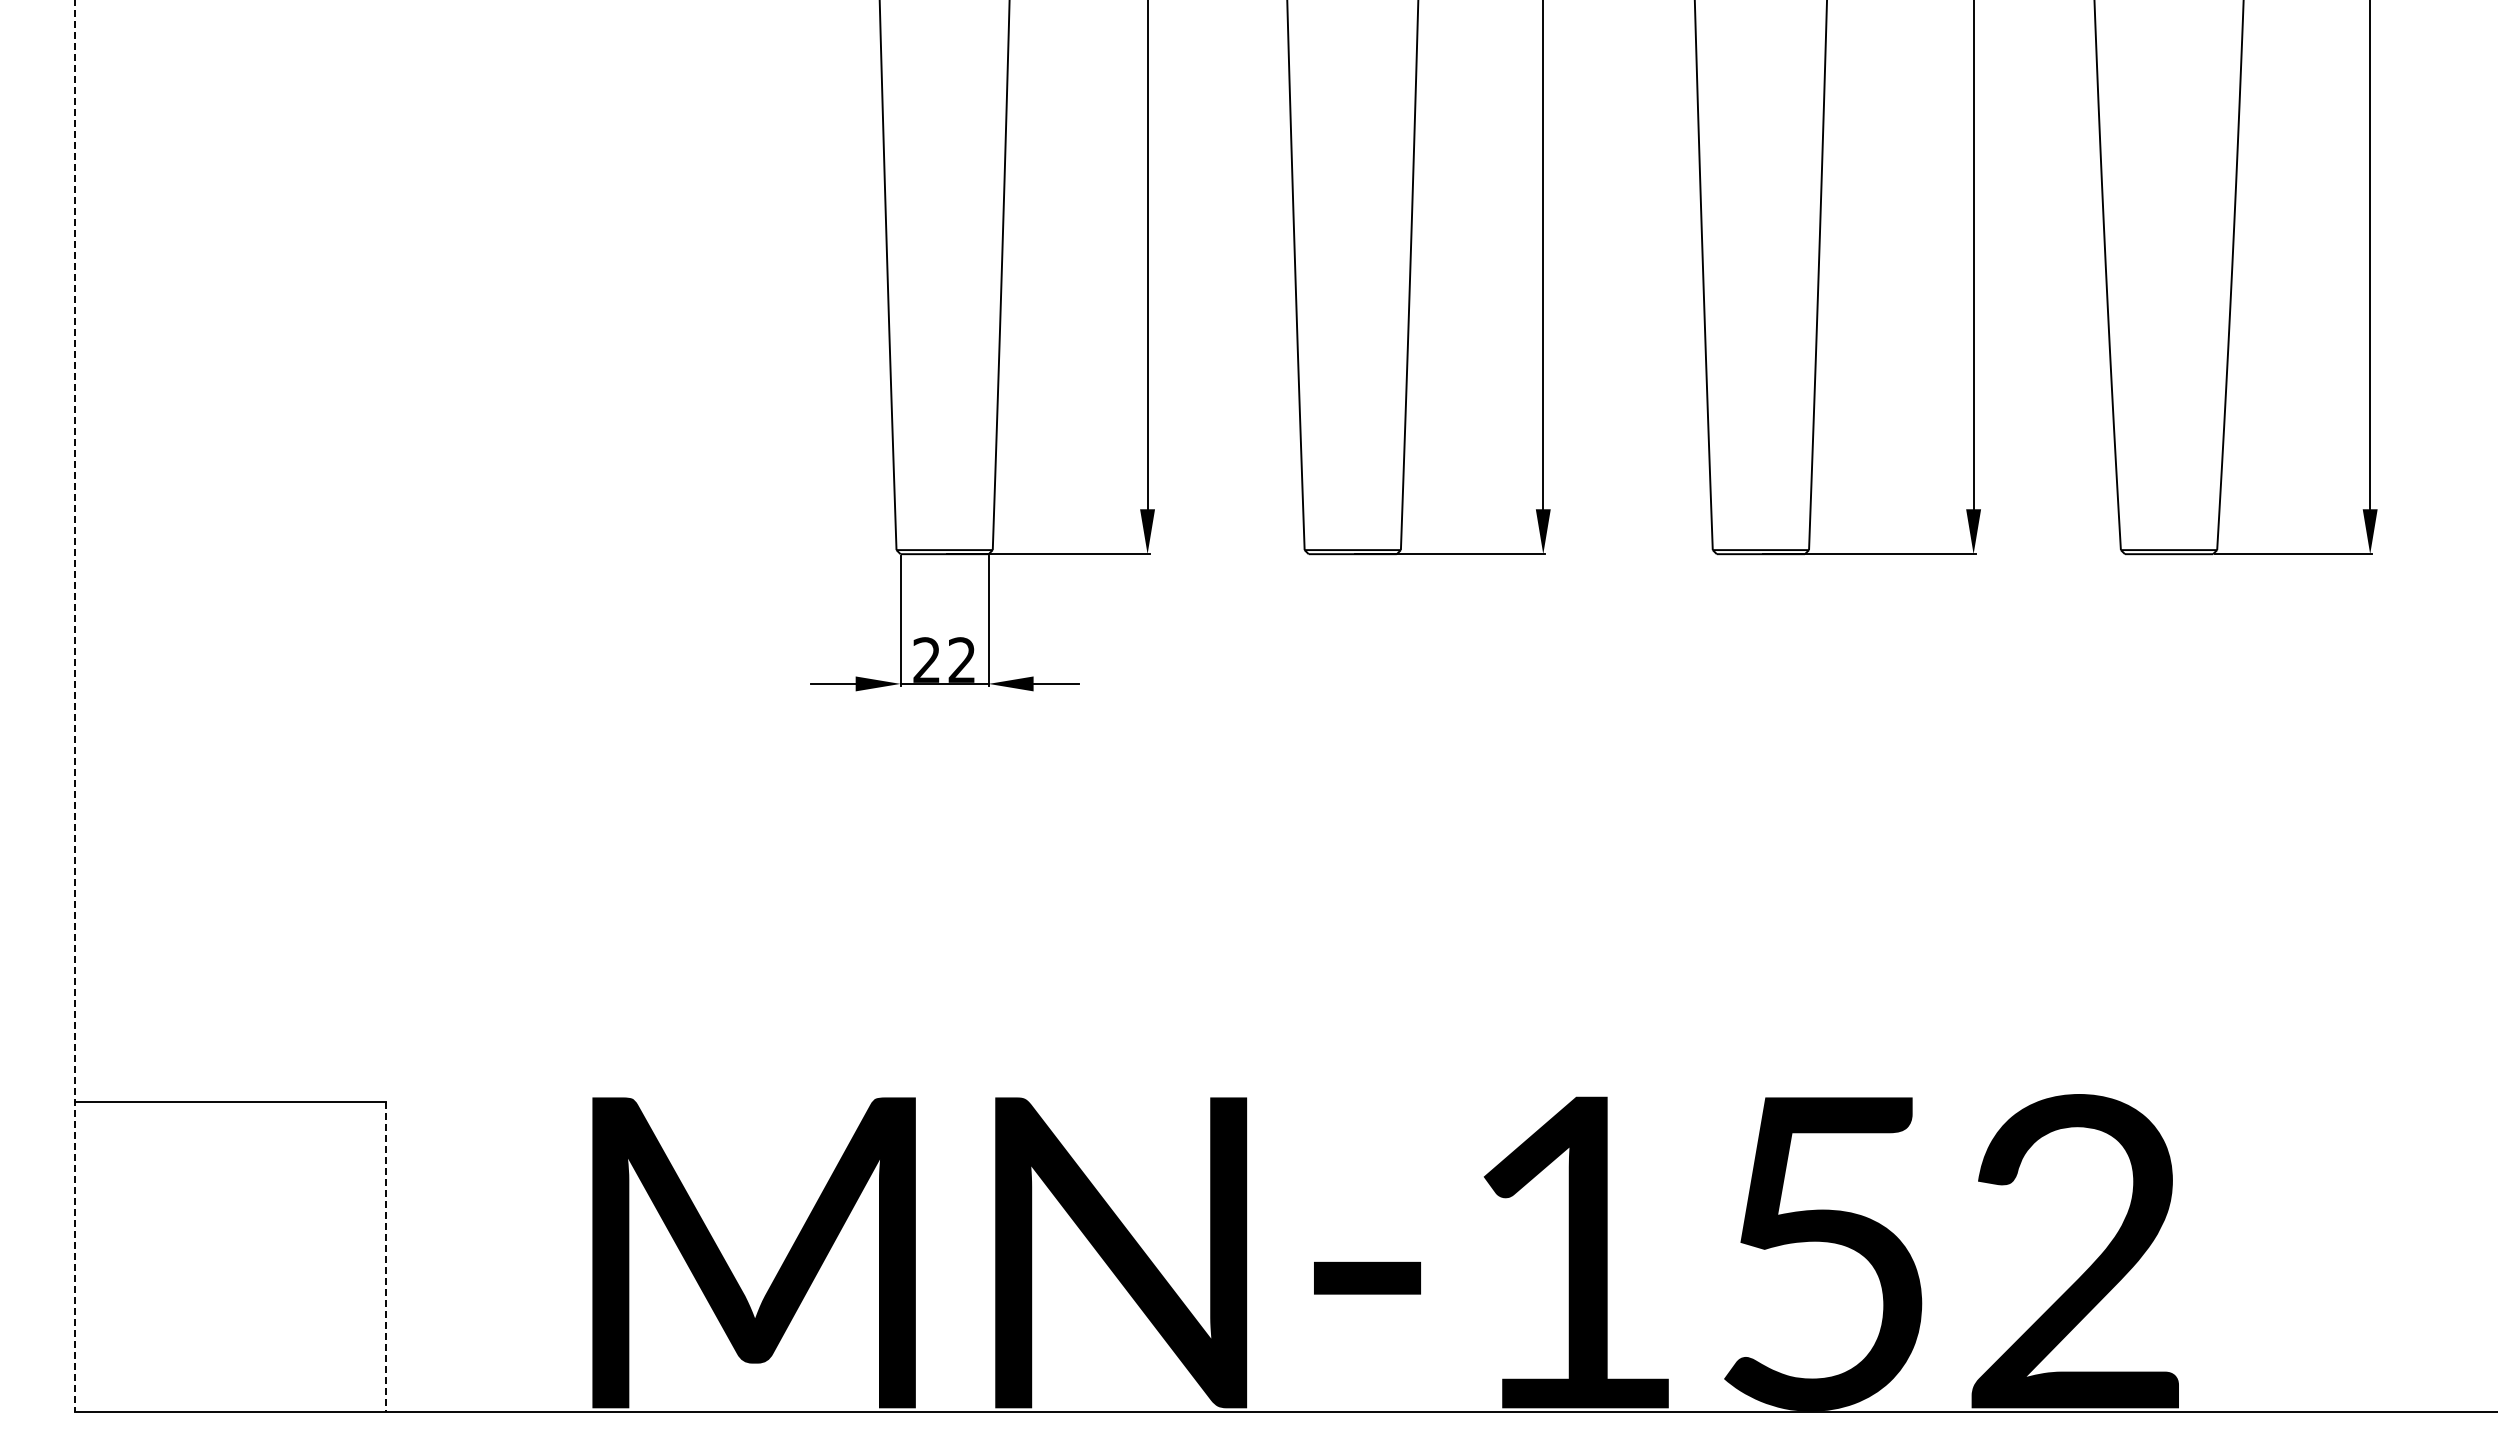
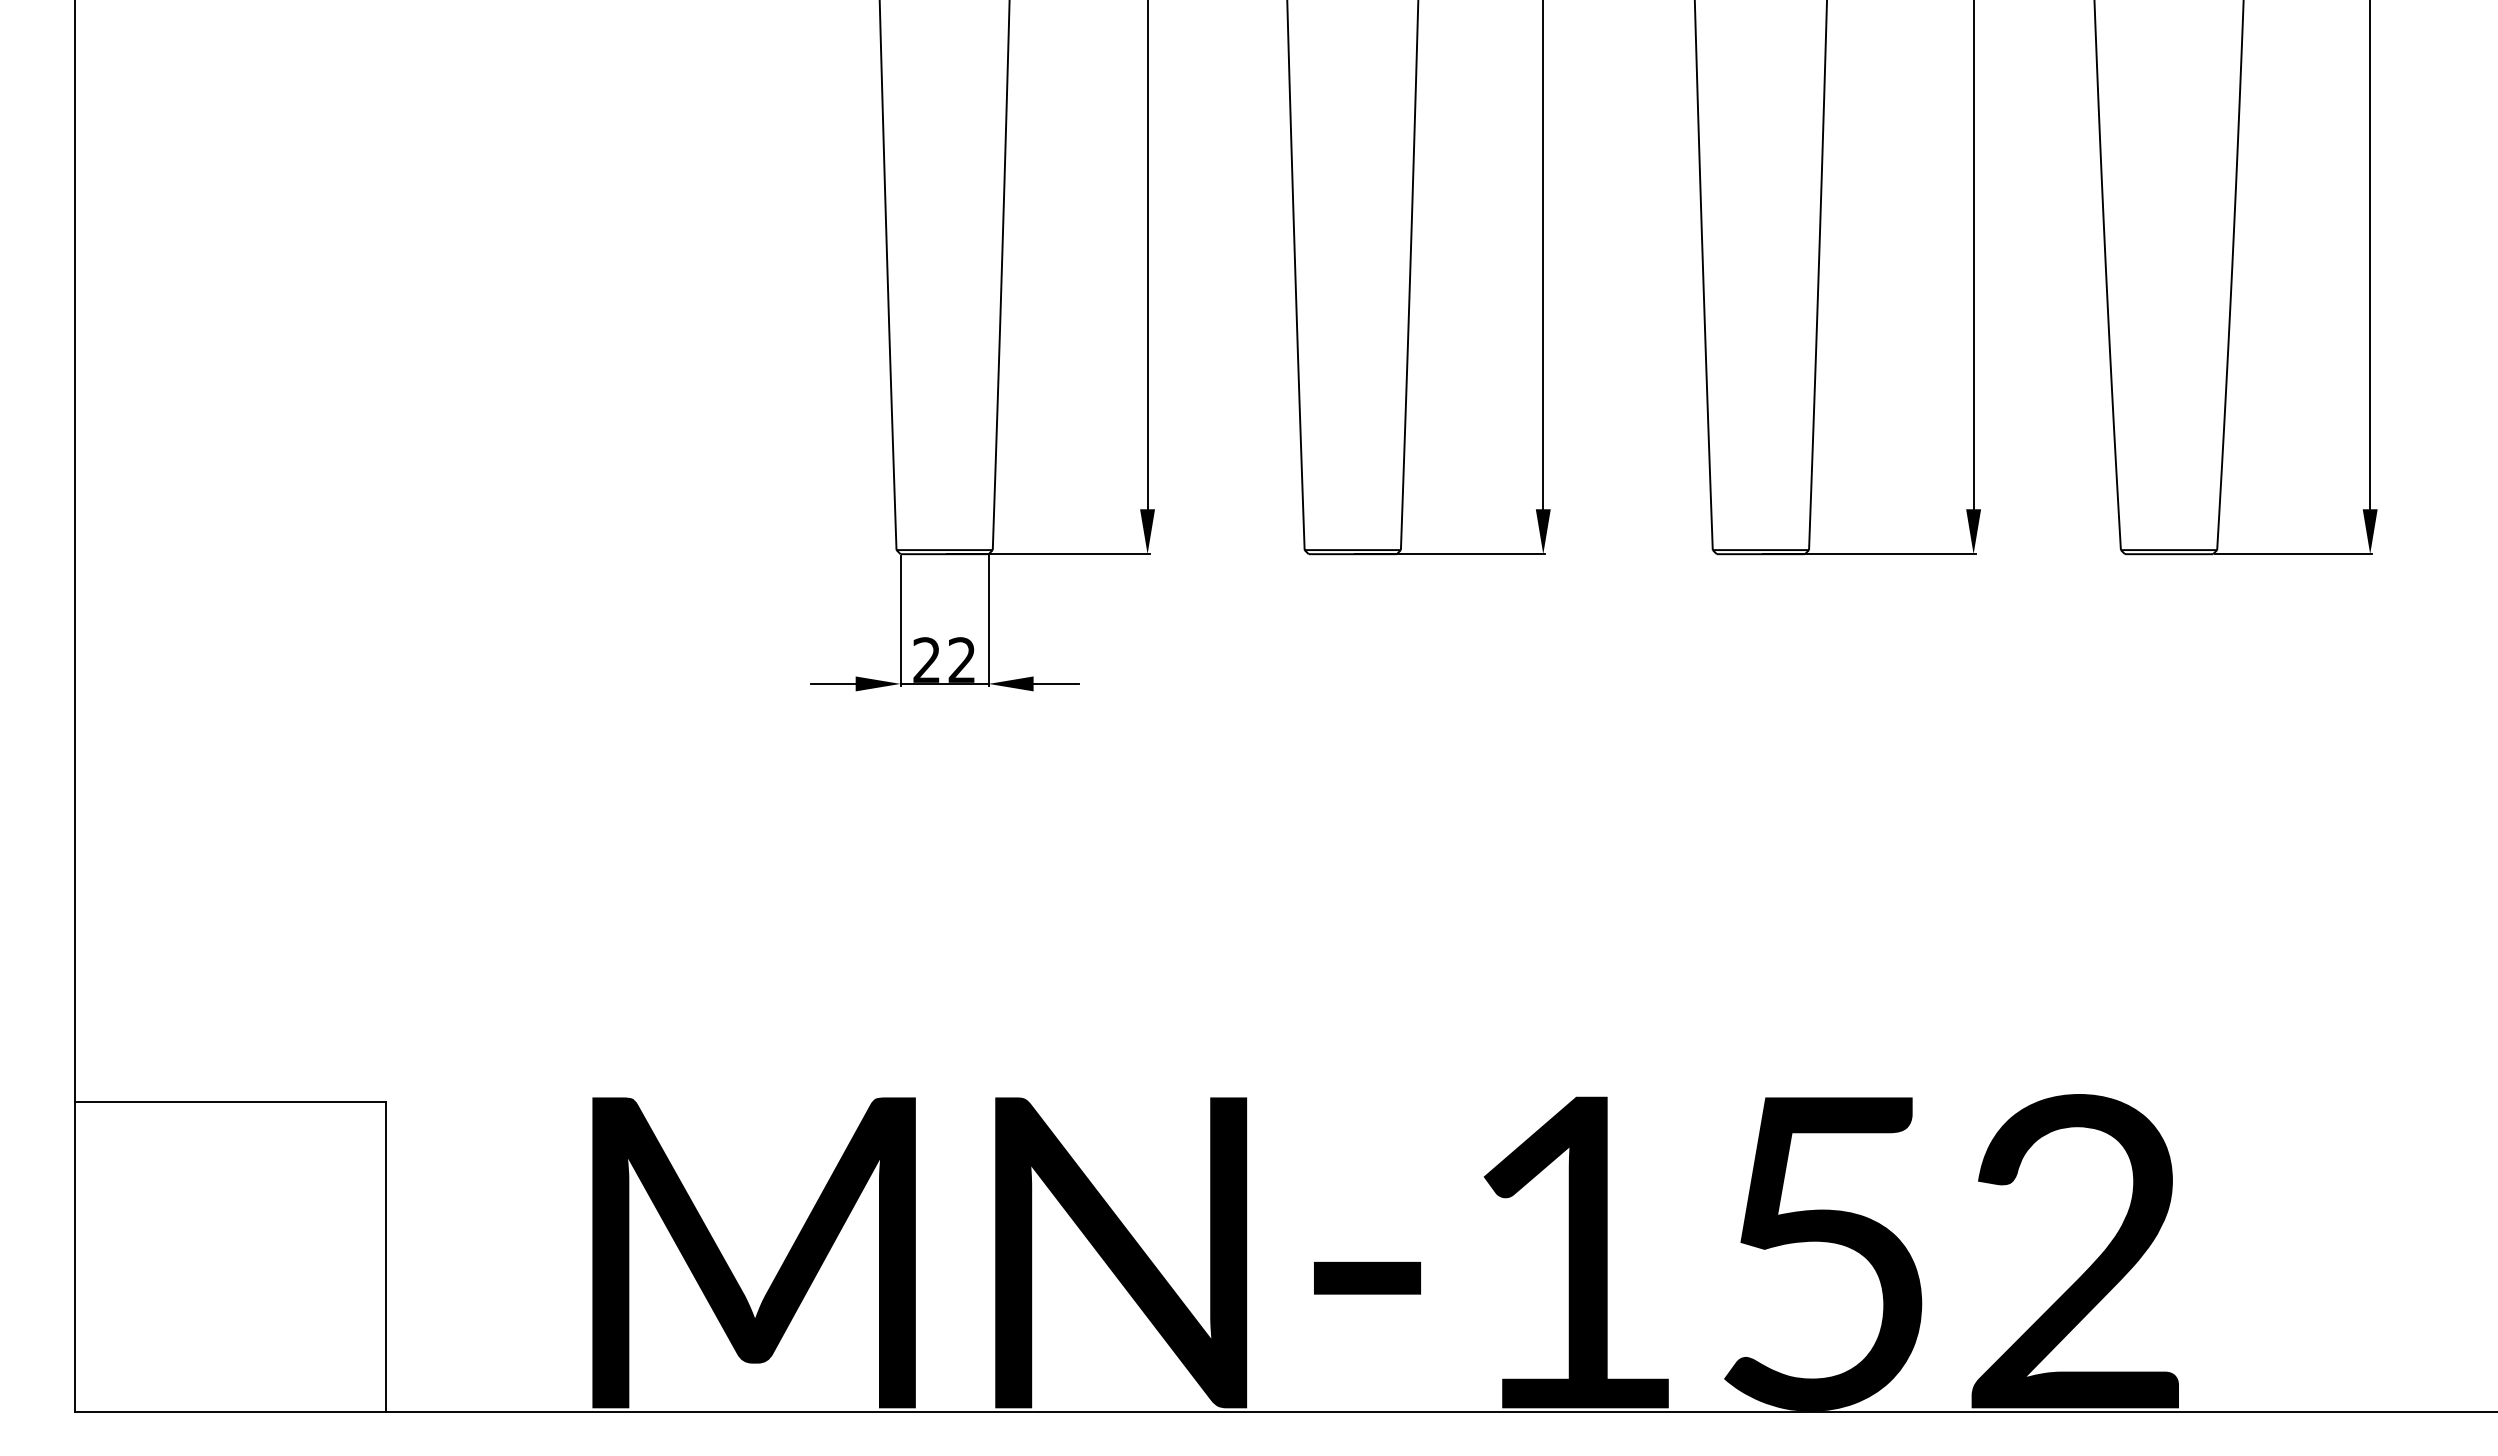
line at (74, 706): dashed -> solid
line at (385, 1257): dashed -> solid
